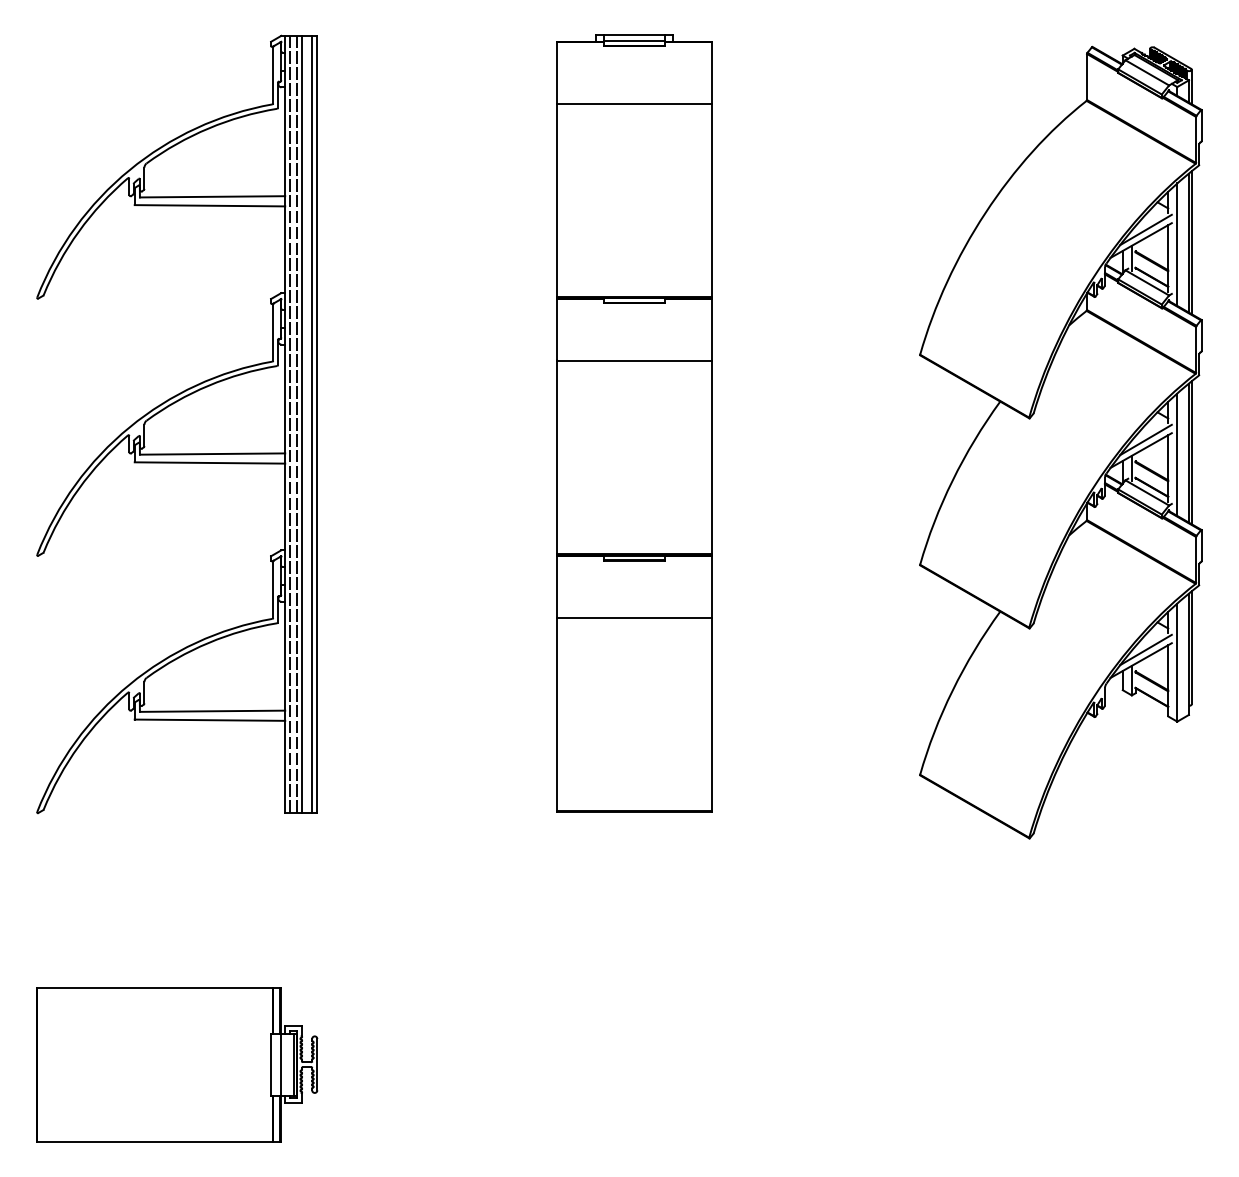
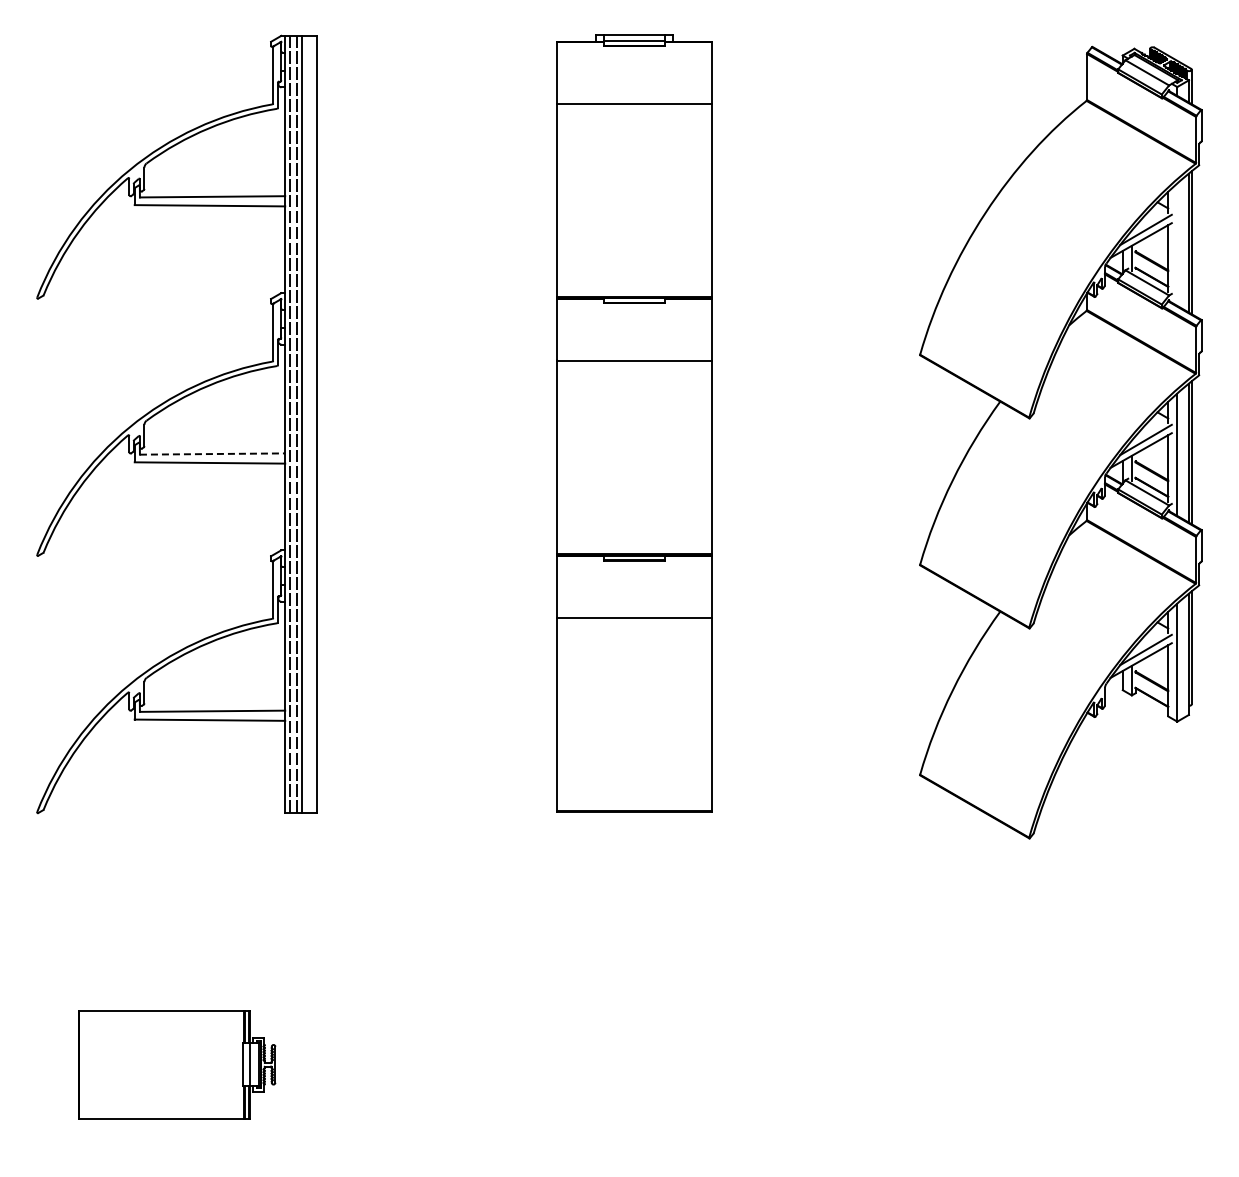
line at (1177, 244): present -> none
line at (312, 424): present -> none
line at (212, 454): solid -> dashed
part at (177, 1064) size: 283x156 px -> 199x110 px
